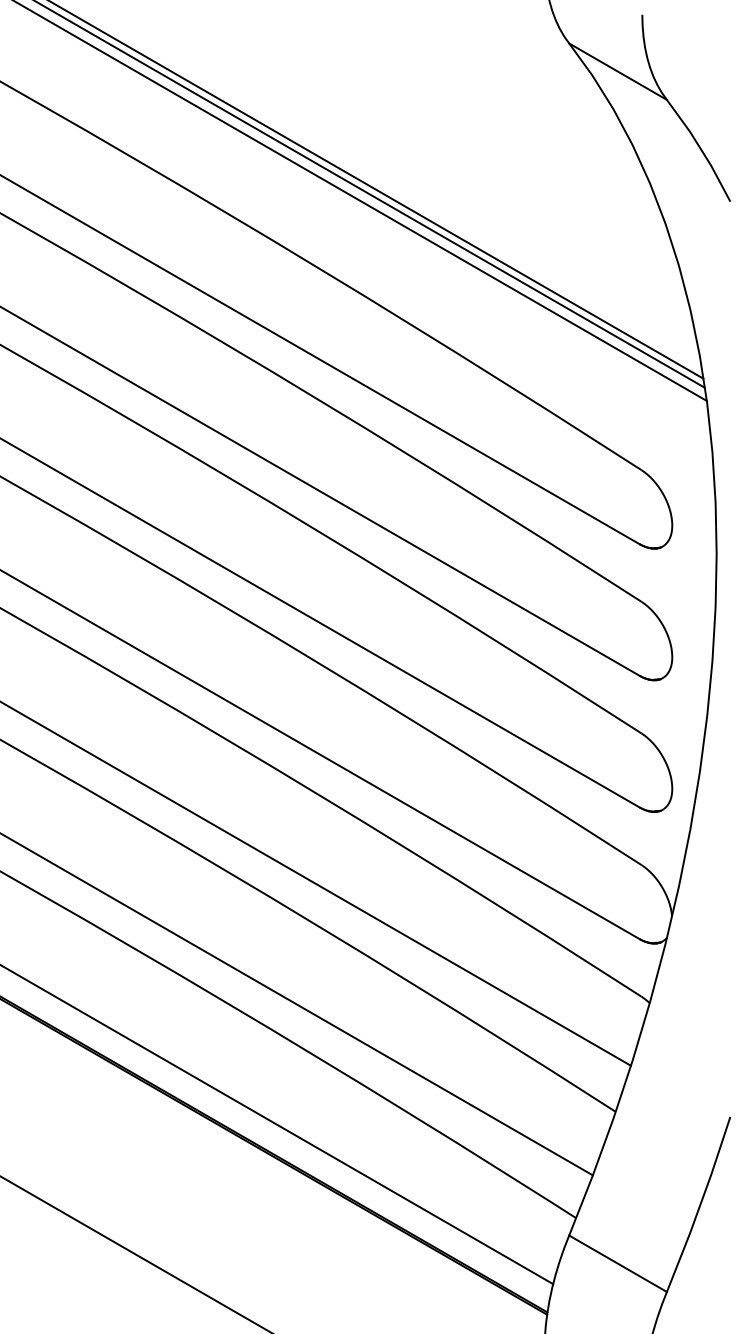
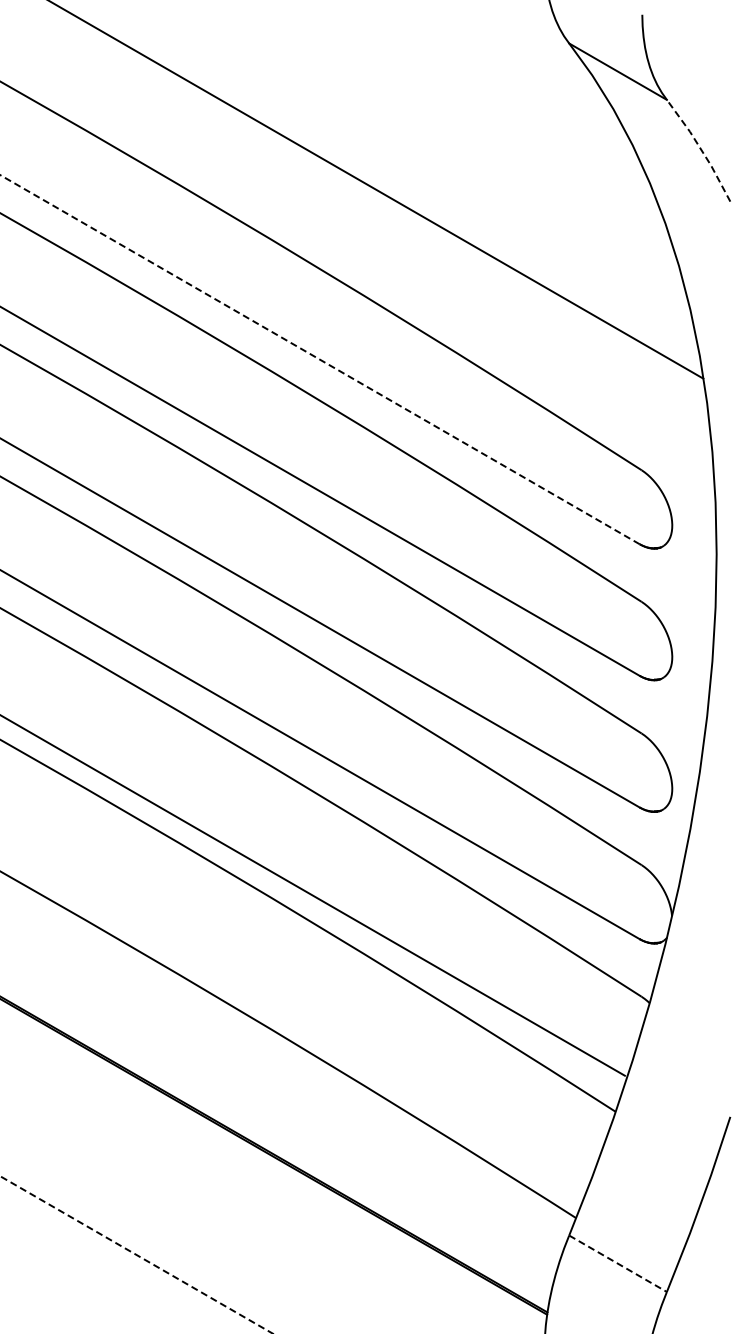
line at (700, 148): solid -> dashed
line at (370, 194): present -> none
line at (361, 201): present -> none
line at (320, 359): solid -> dashed
line at (316, 884) position: (316, 884) -> (313, 895)
line at (297, 1004): present -> none
line at (277, 1124): present -> none
line at (136, 1255): solid -> dashed
line at (618, 1264): solid -> dashed
